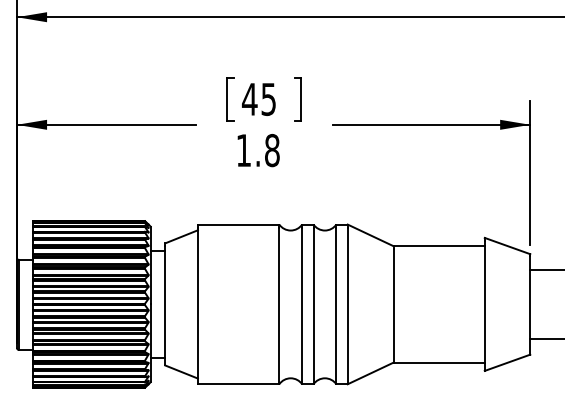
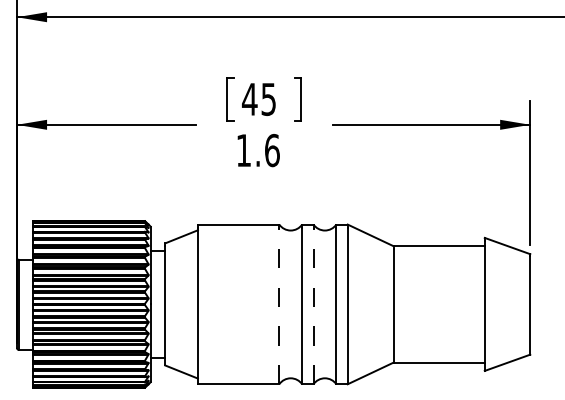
text at (272, 149): 1.8 -> 1.6
line at (545, 270): present -> none
line at (279, 305): solid -> dashed
line at (313, 305): solid -> dashed
line at (545, 338): present -> none
